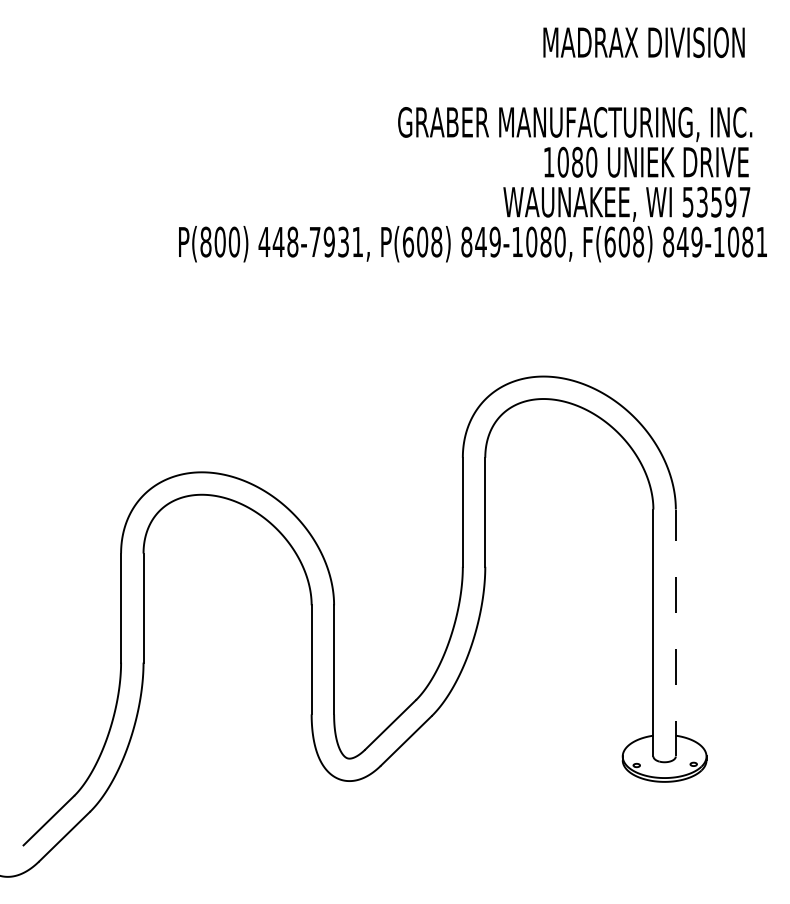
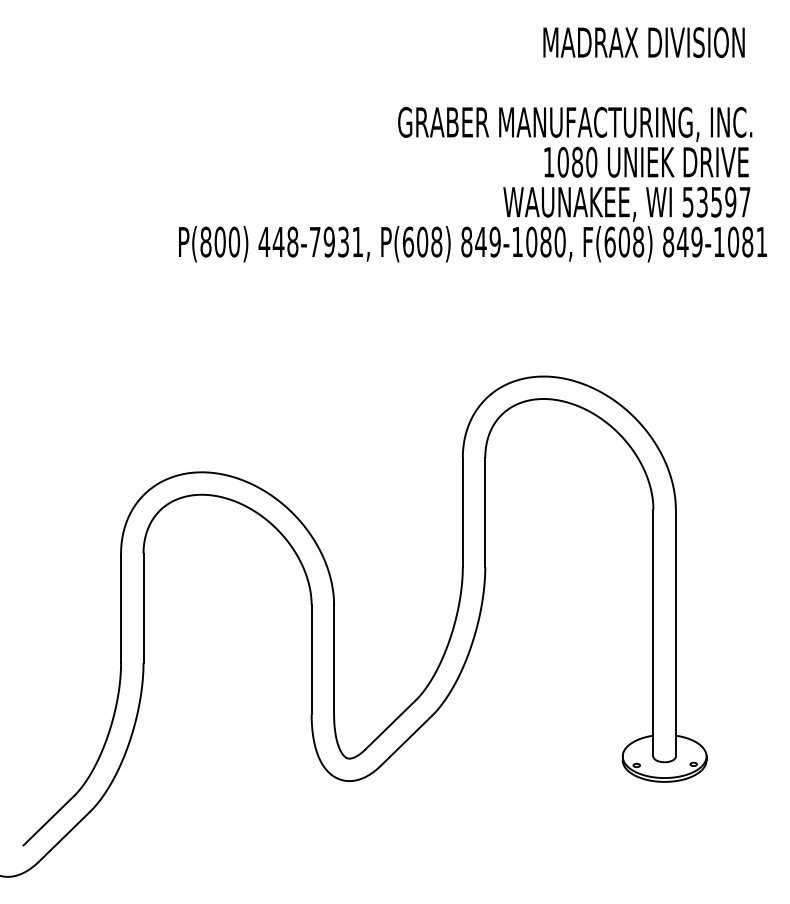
line at (675, 632): dashed -> solid
